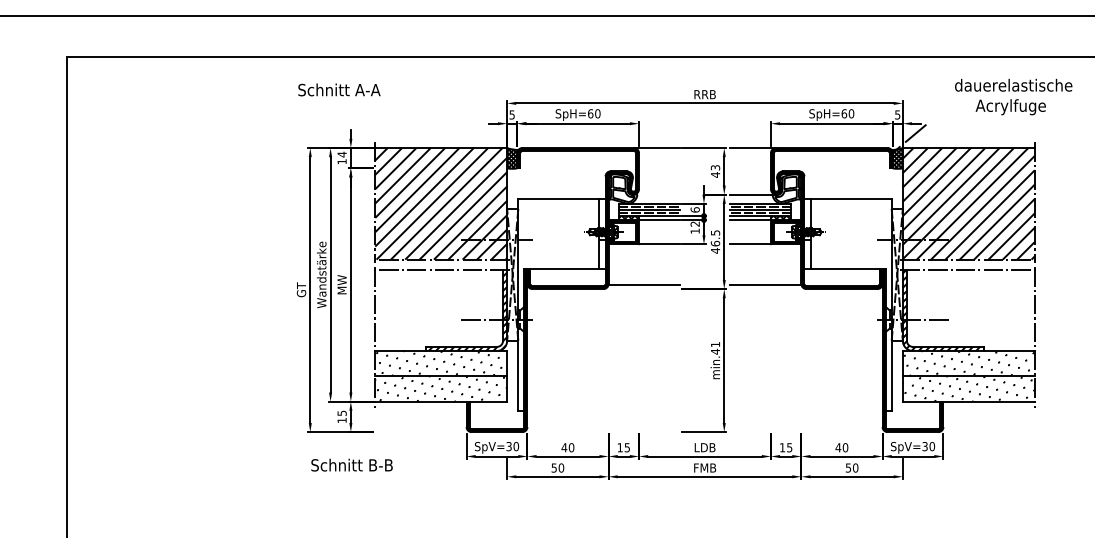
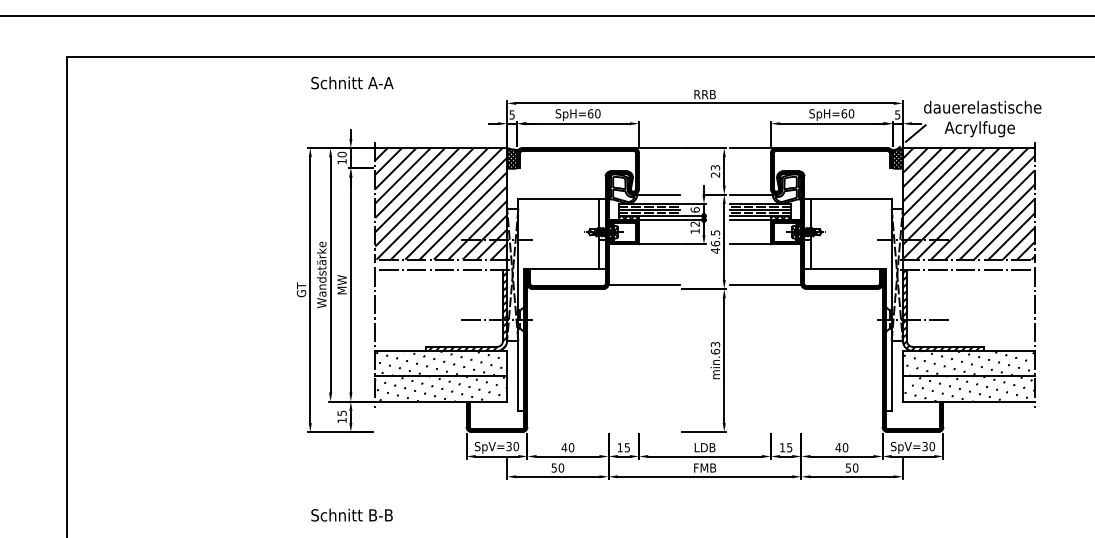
text at (339, 89) position: (339, 89) -> (352, 82)
text at (1013, 96) position: (1013, 96) -> (982, 118)
text at (341, 154): 14 -> 10
text at (715, 174): 43 -> 23
line at (656, 194): none -> present
text at (715, 348): min.41 -> min.63
text at (351, 464) position: (351, 464) -> (351, 514)
